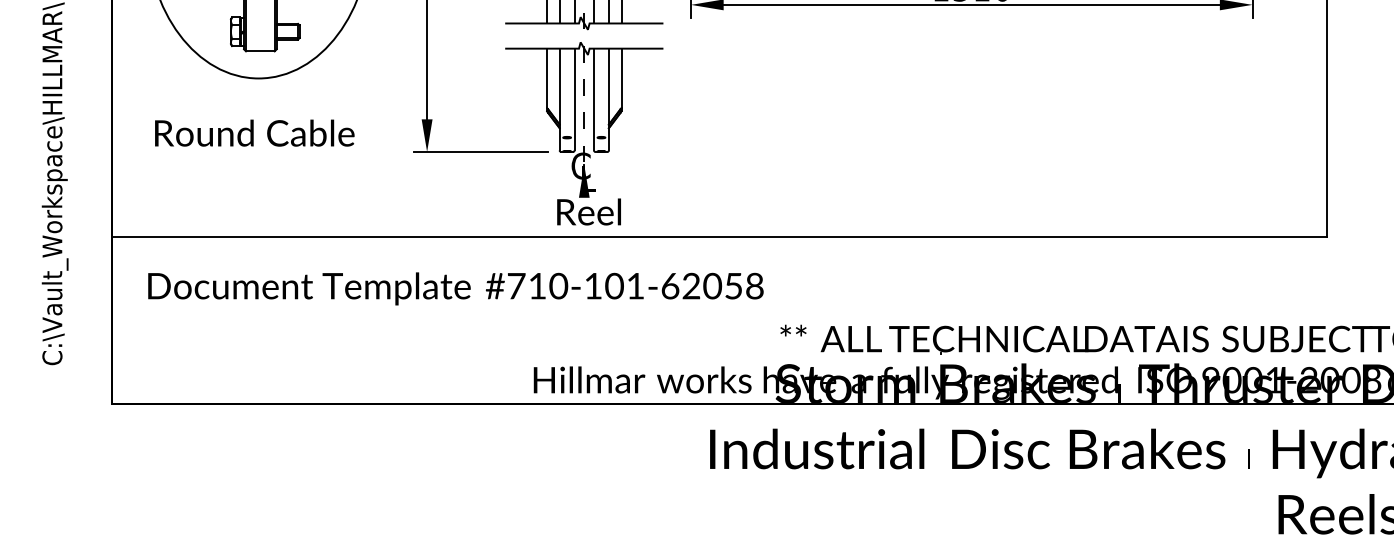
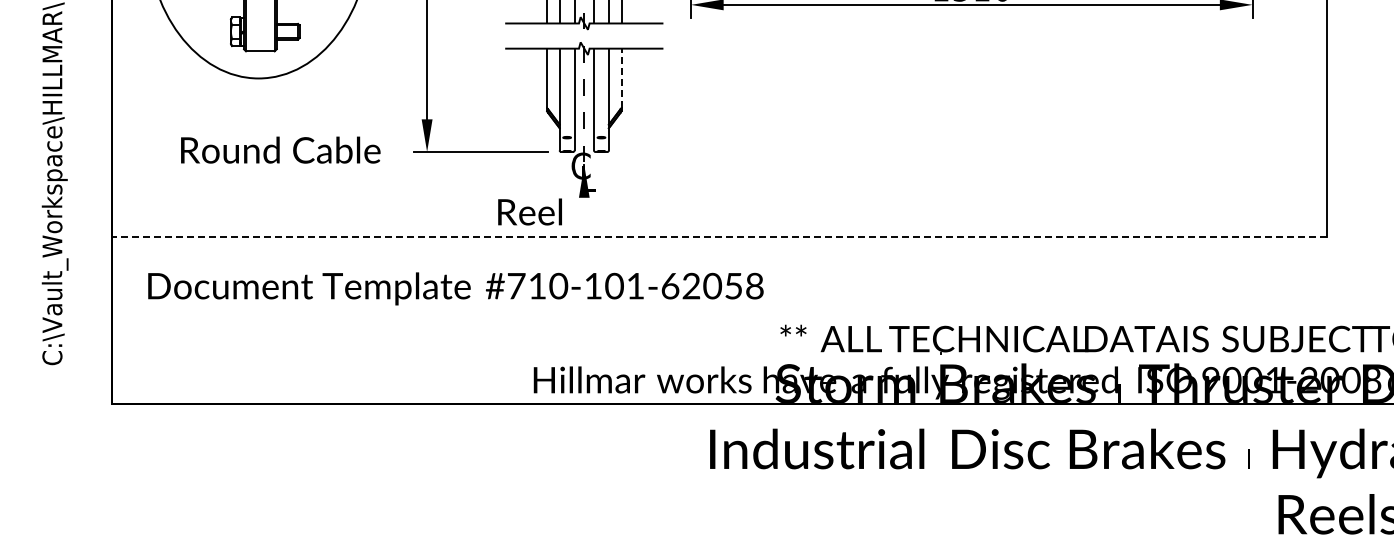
line at (621, 78): solid -> dashed
text at (254, 132) position: (254, 132) -> (280, 149)
text at (588, 211) position: (588, 211) -> (529, 211)
line at (719, 237): solid -> dashed
